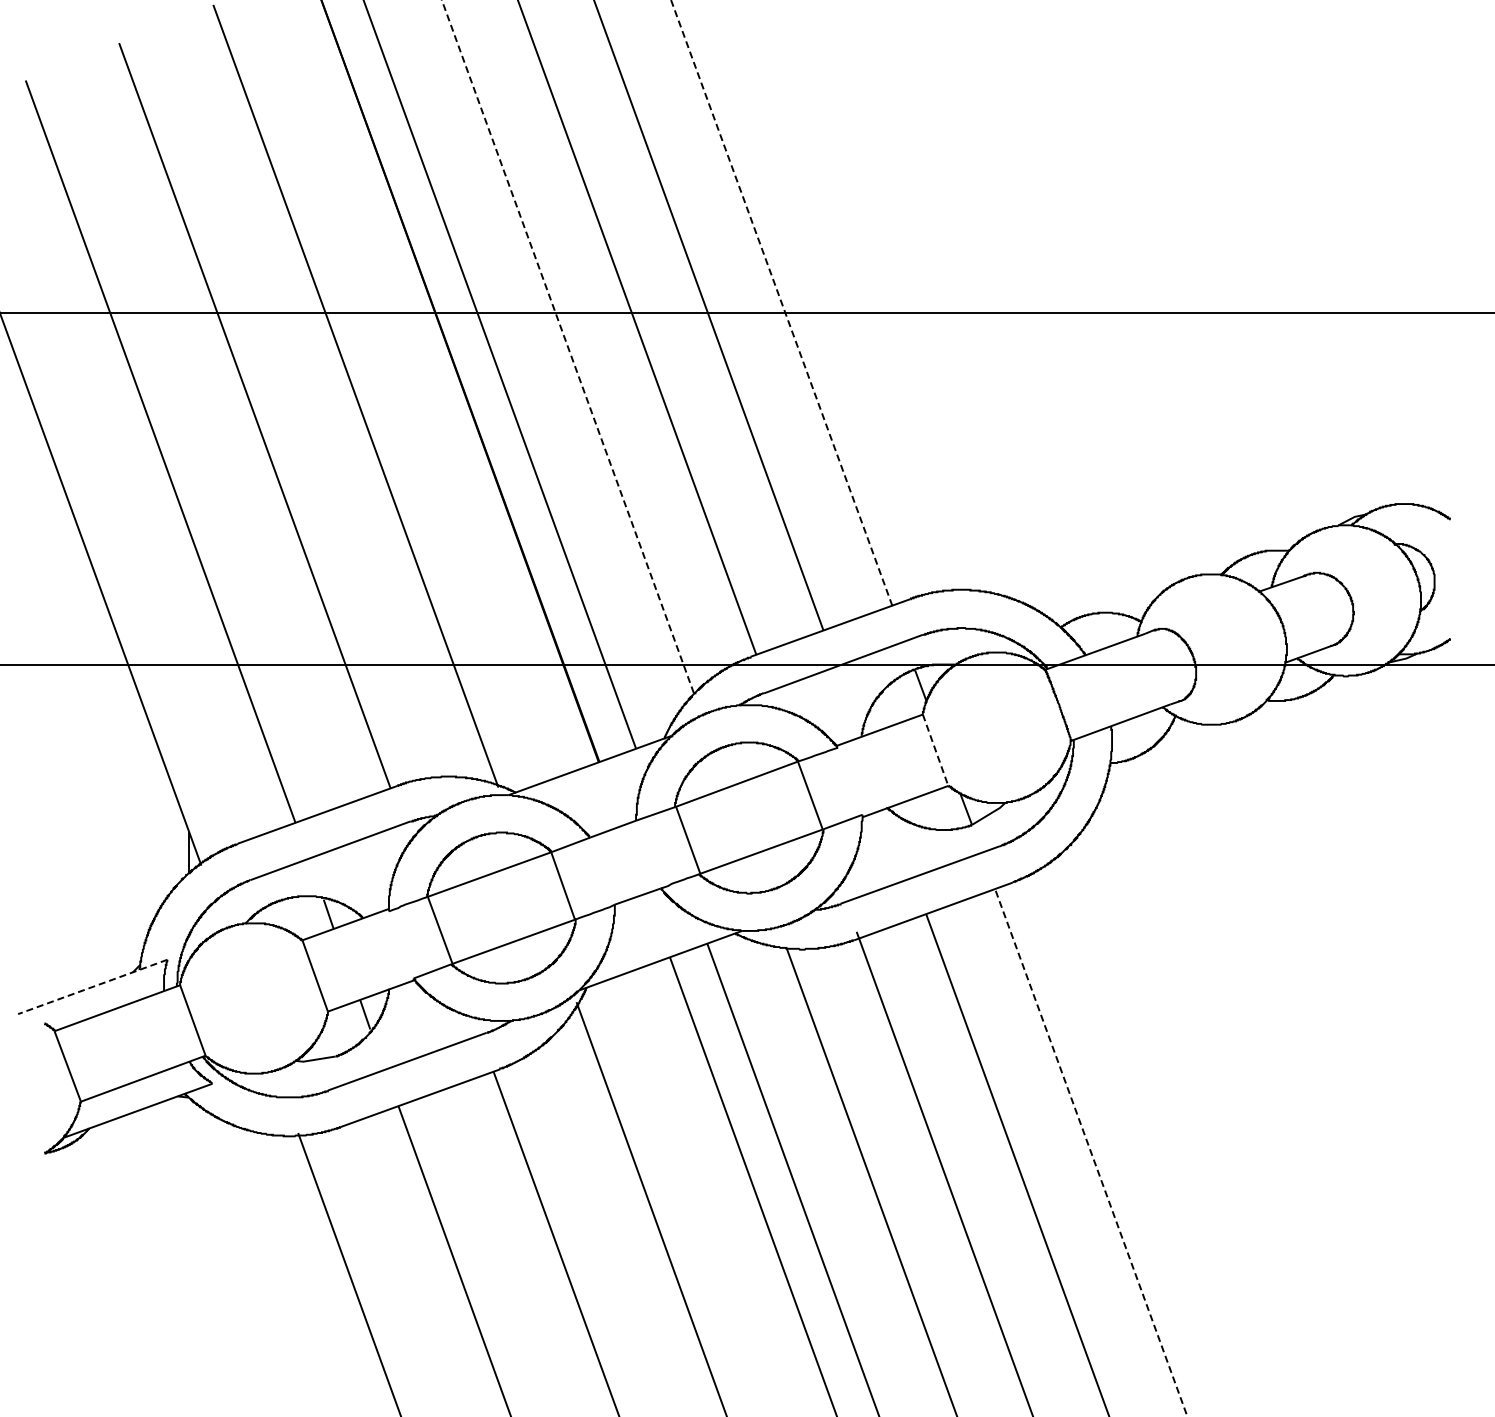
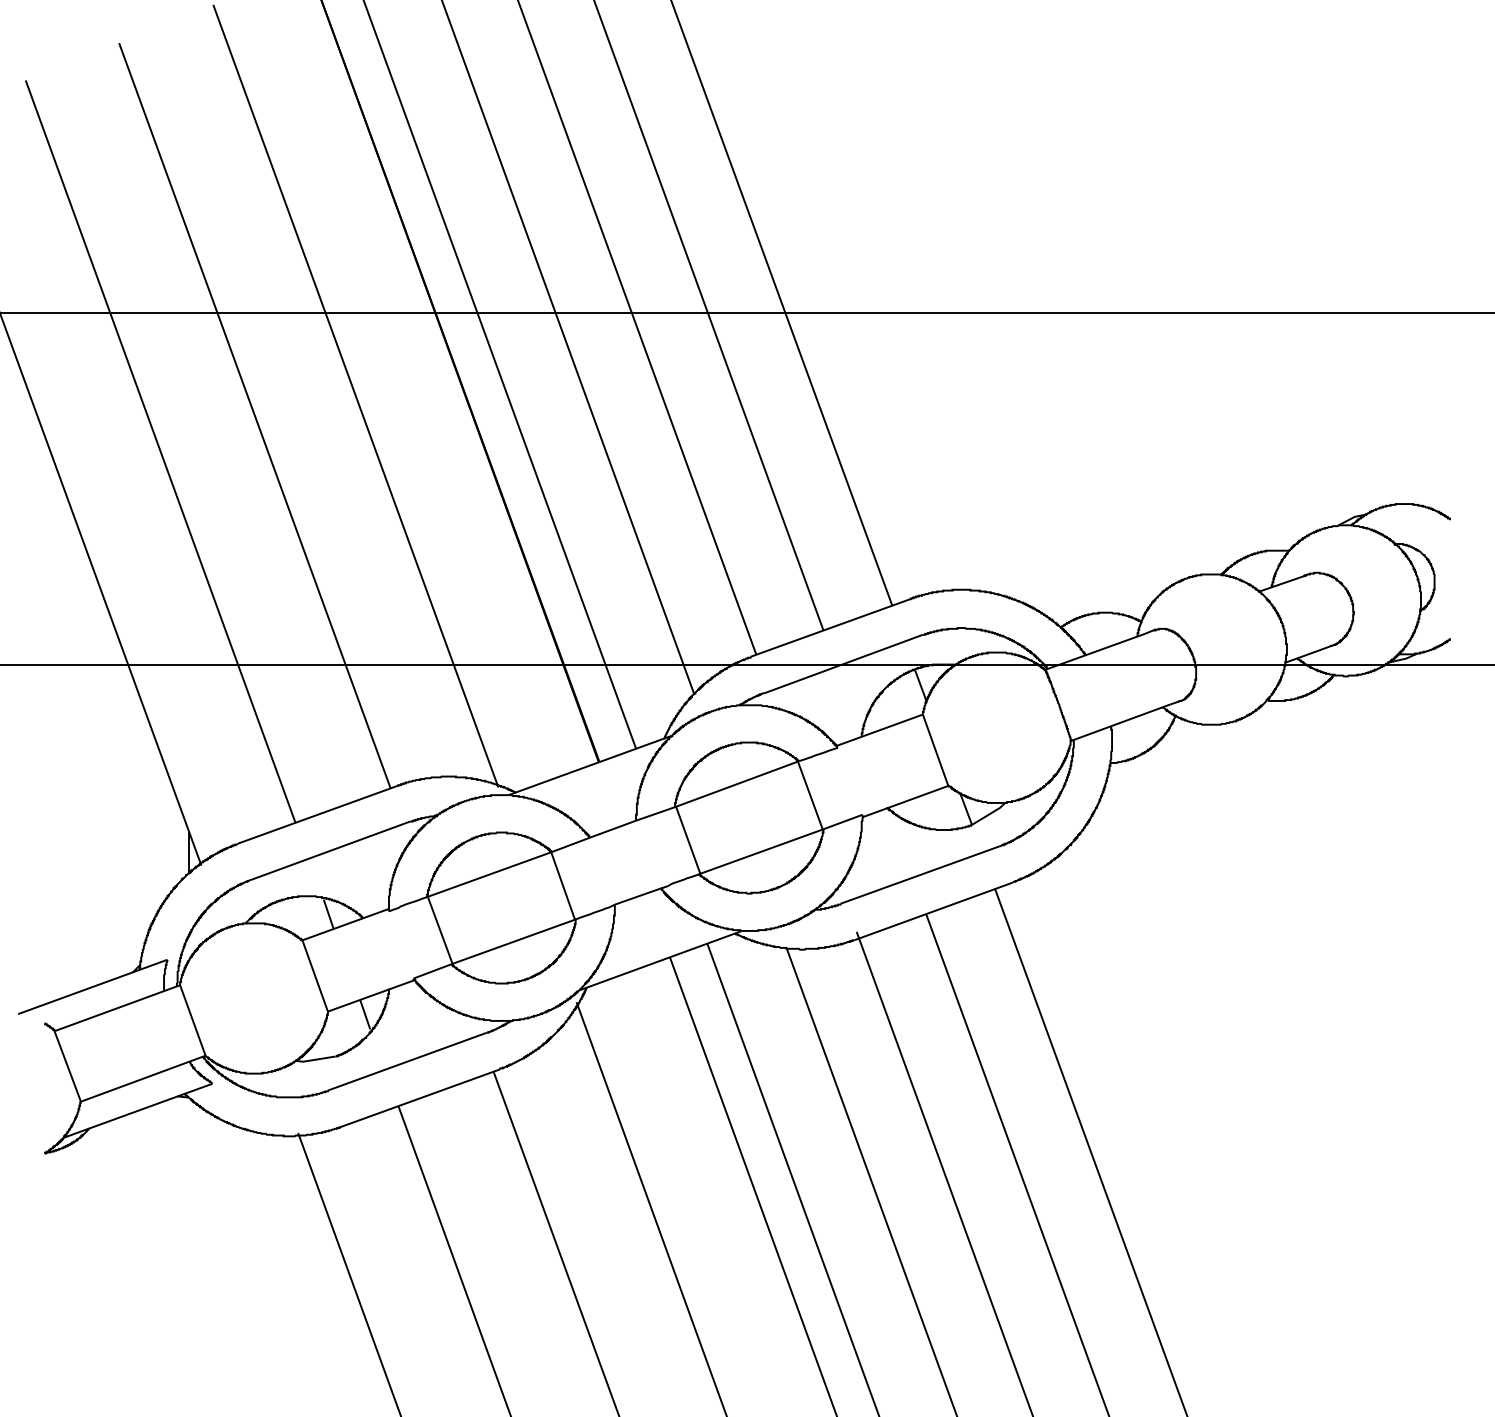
line at (781, 302): dashed -> solid
line at (568, 347): dashed -> solid
line at (935, 750): dashed -> solid
line at (92, 987): dashed -> solid
line at (1091, 1152): dashed -> solid
